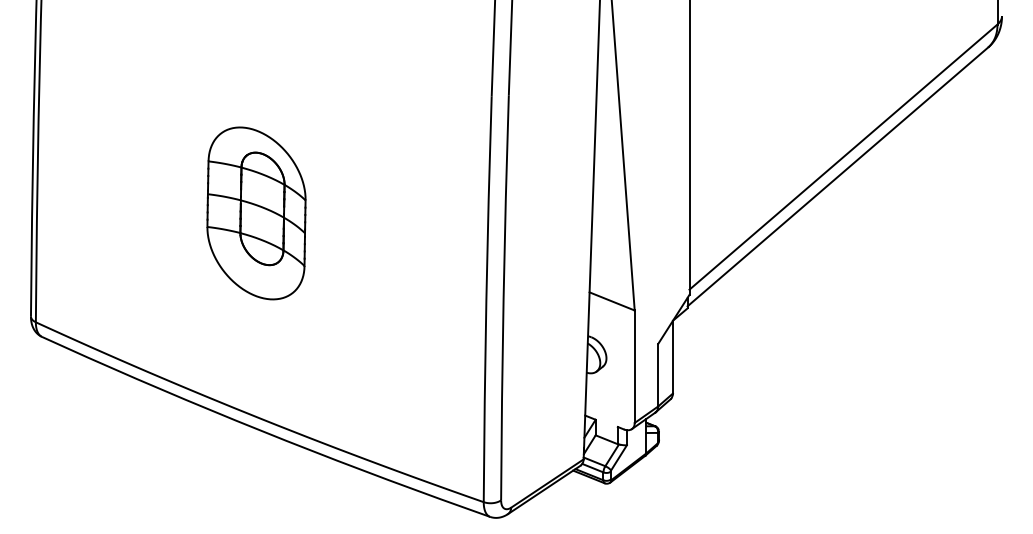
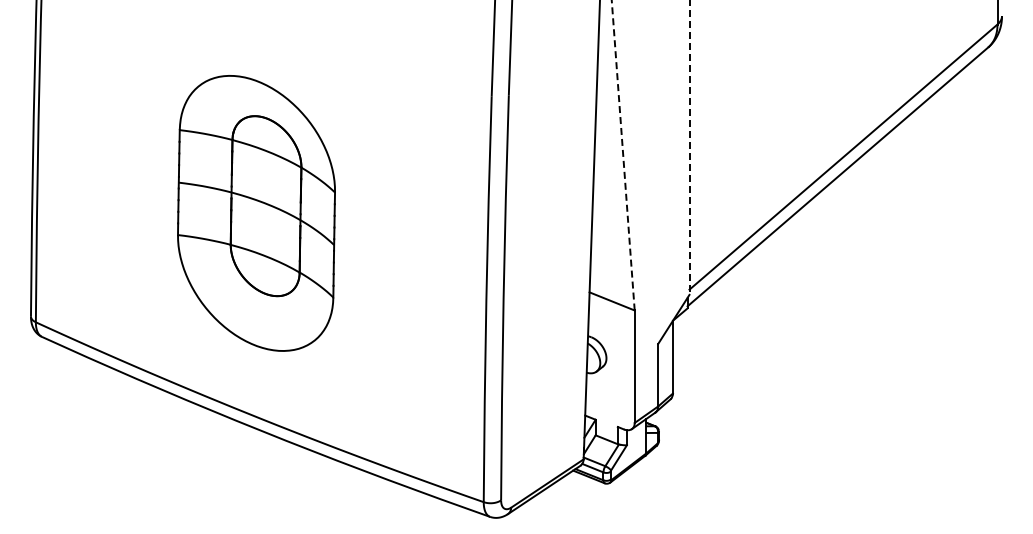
line at (689, 147): solid -> dashed
line at (623, 155): solid -> dashed
part at (256, 213) size: 101x175 px -> 159x277 px
